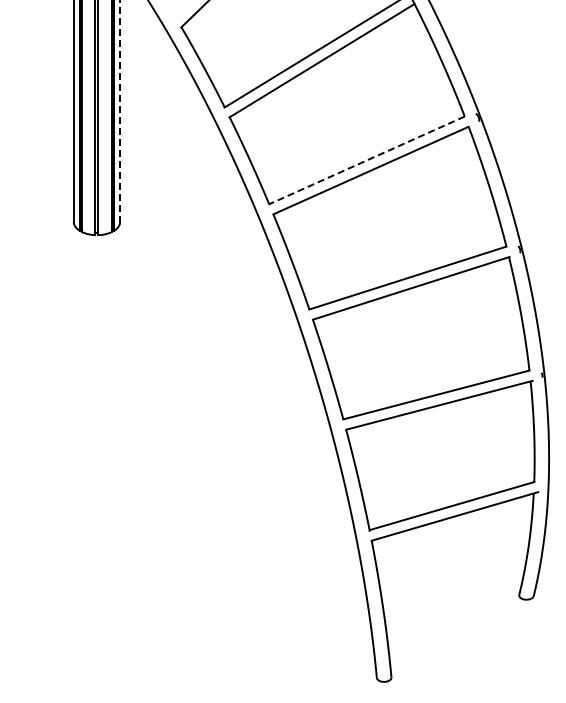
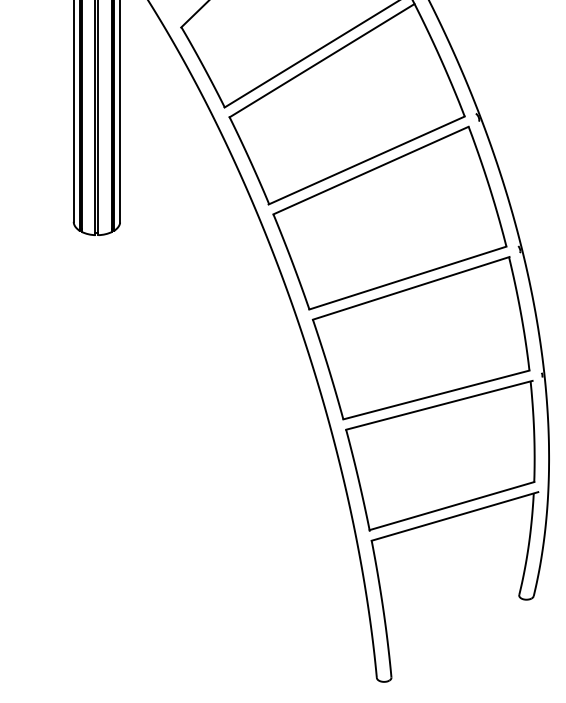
line at (120, 111): dashed -> solid
line at (366, 160): dashed -> solid
